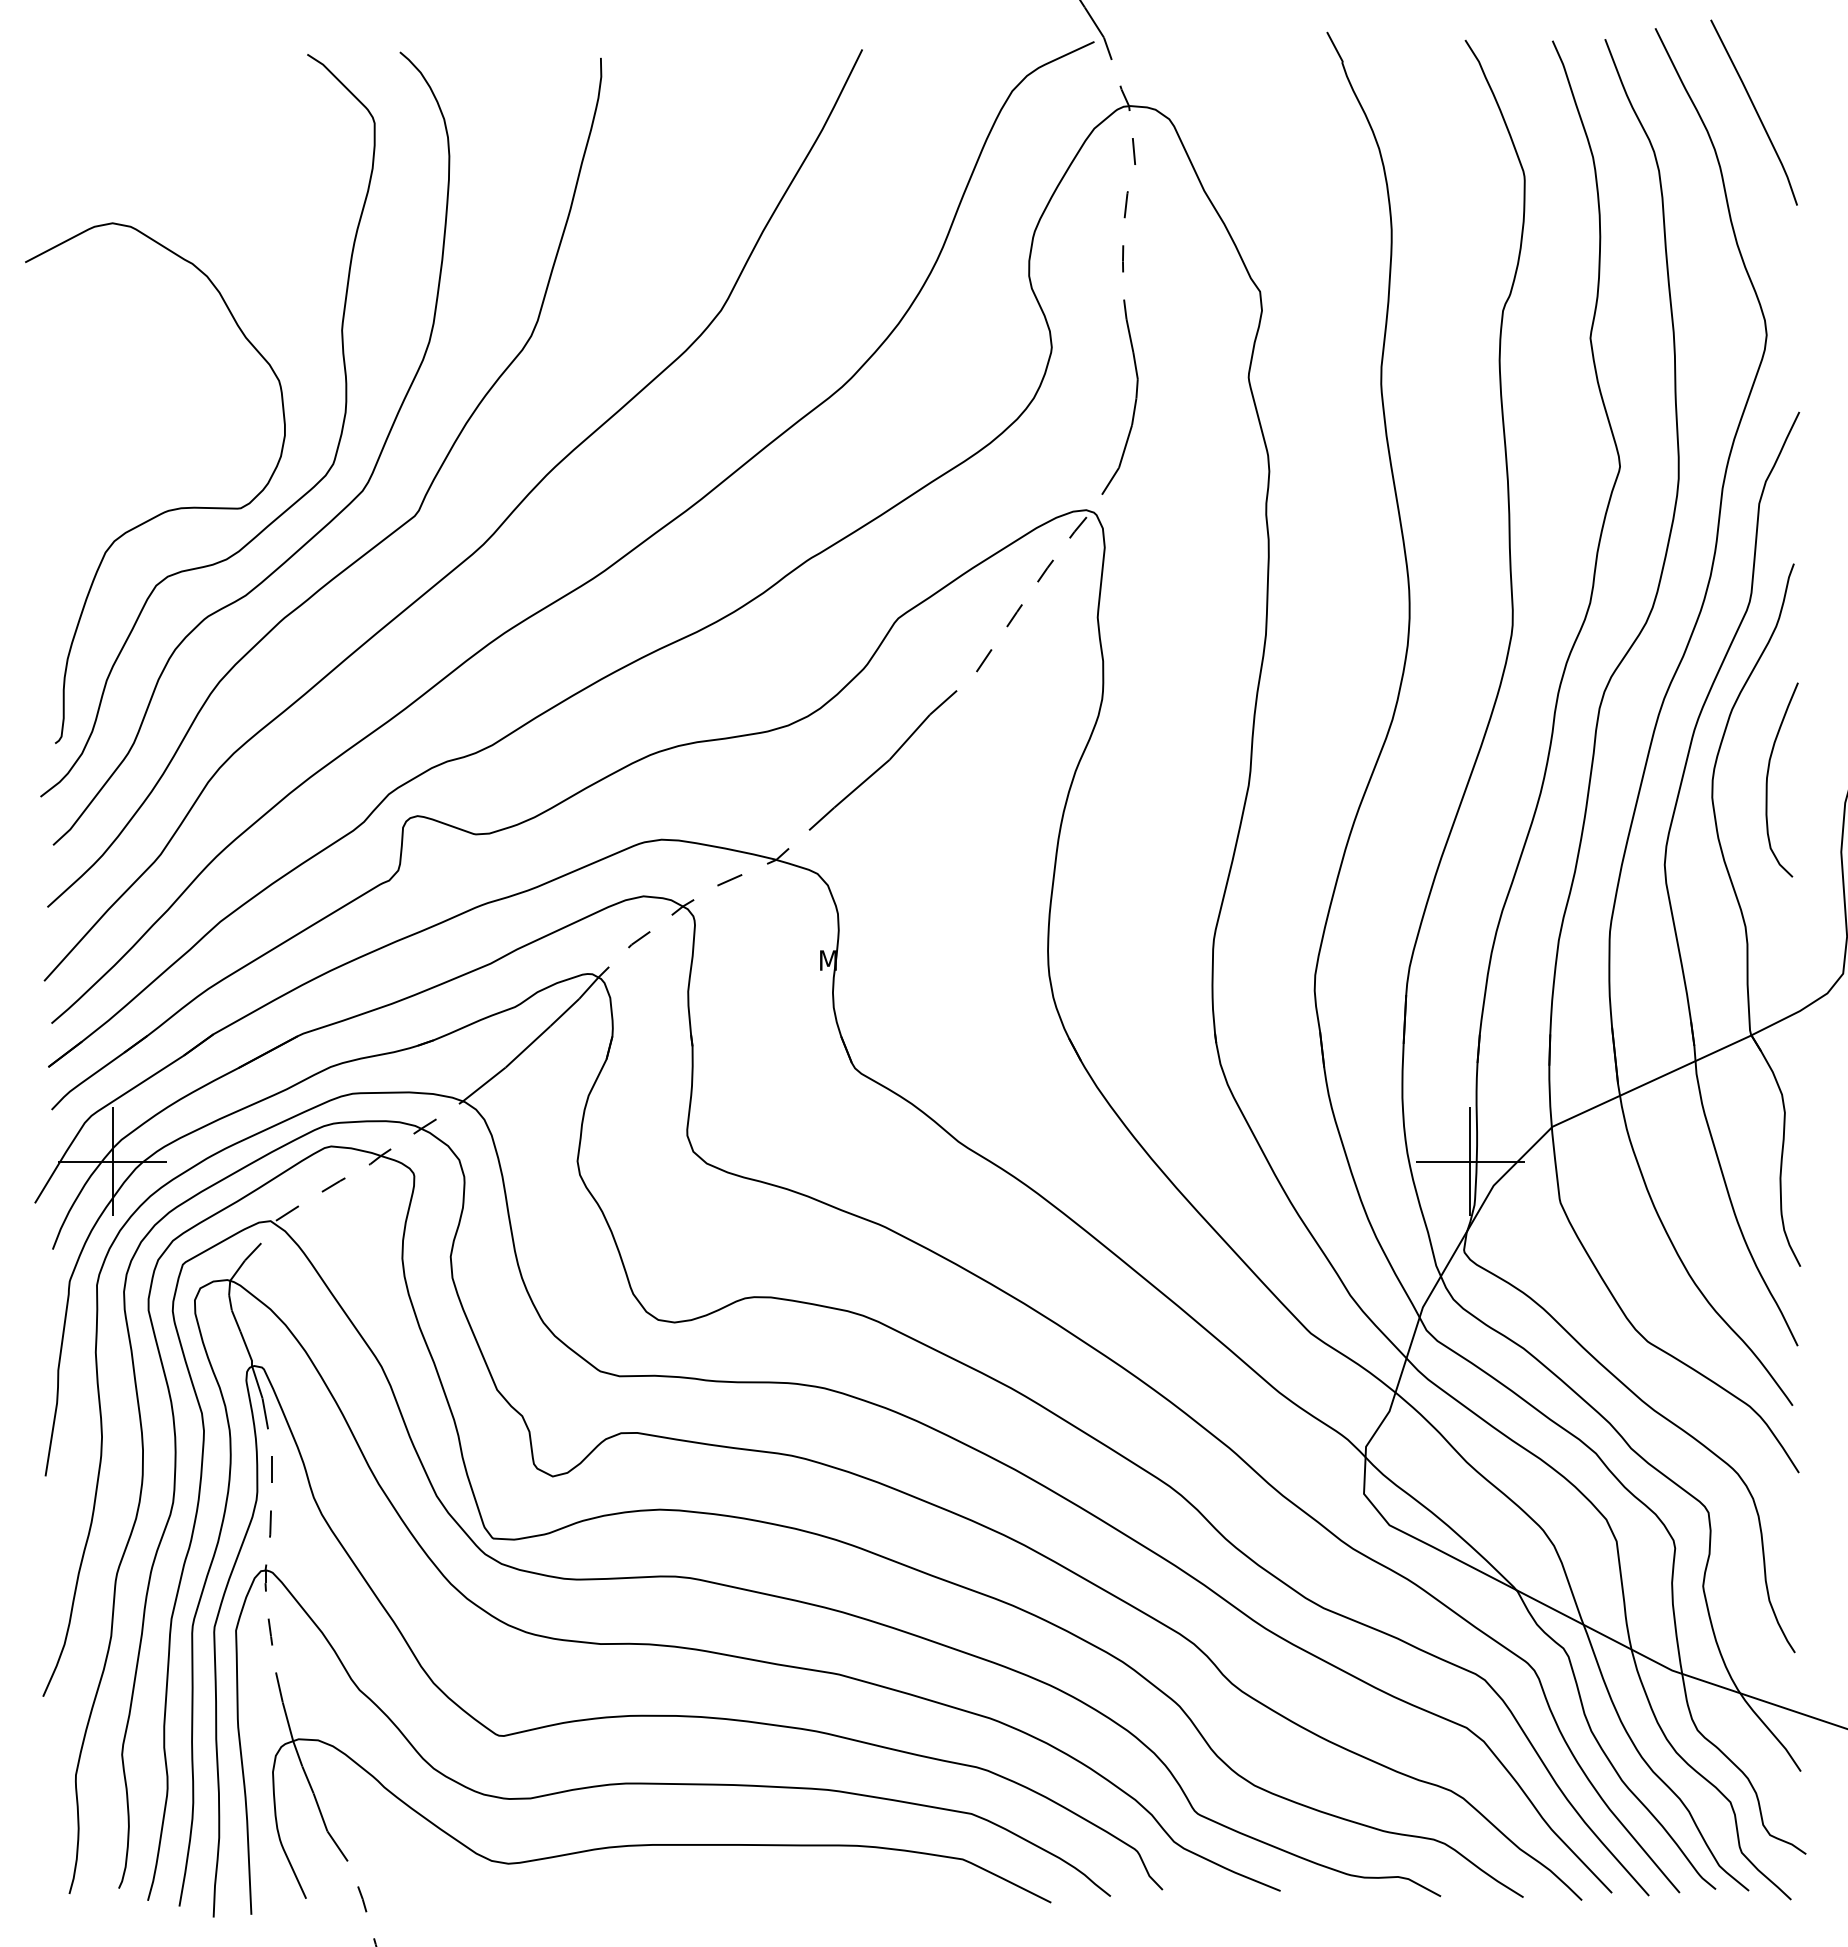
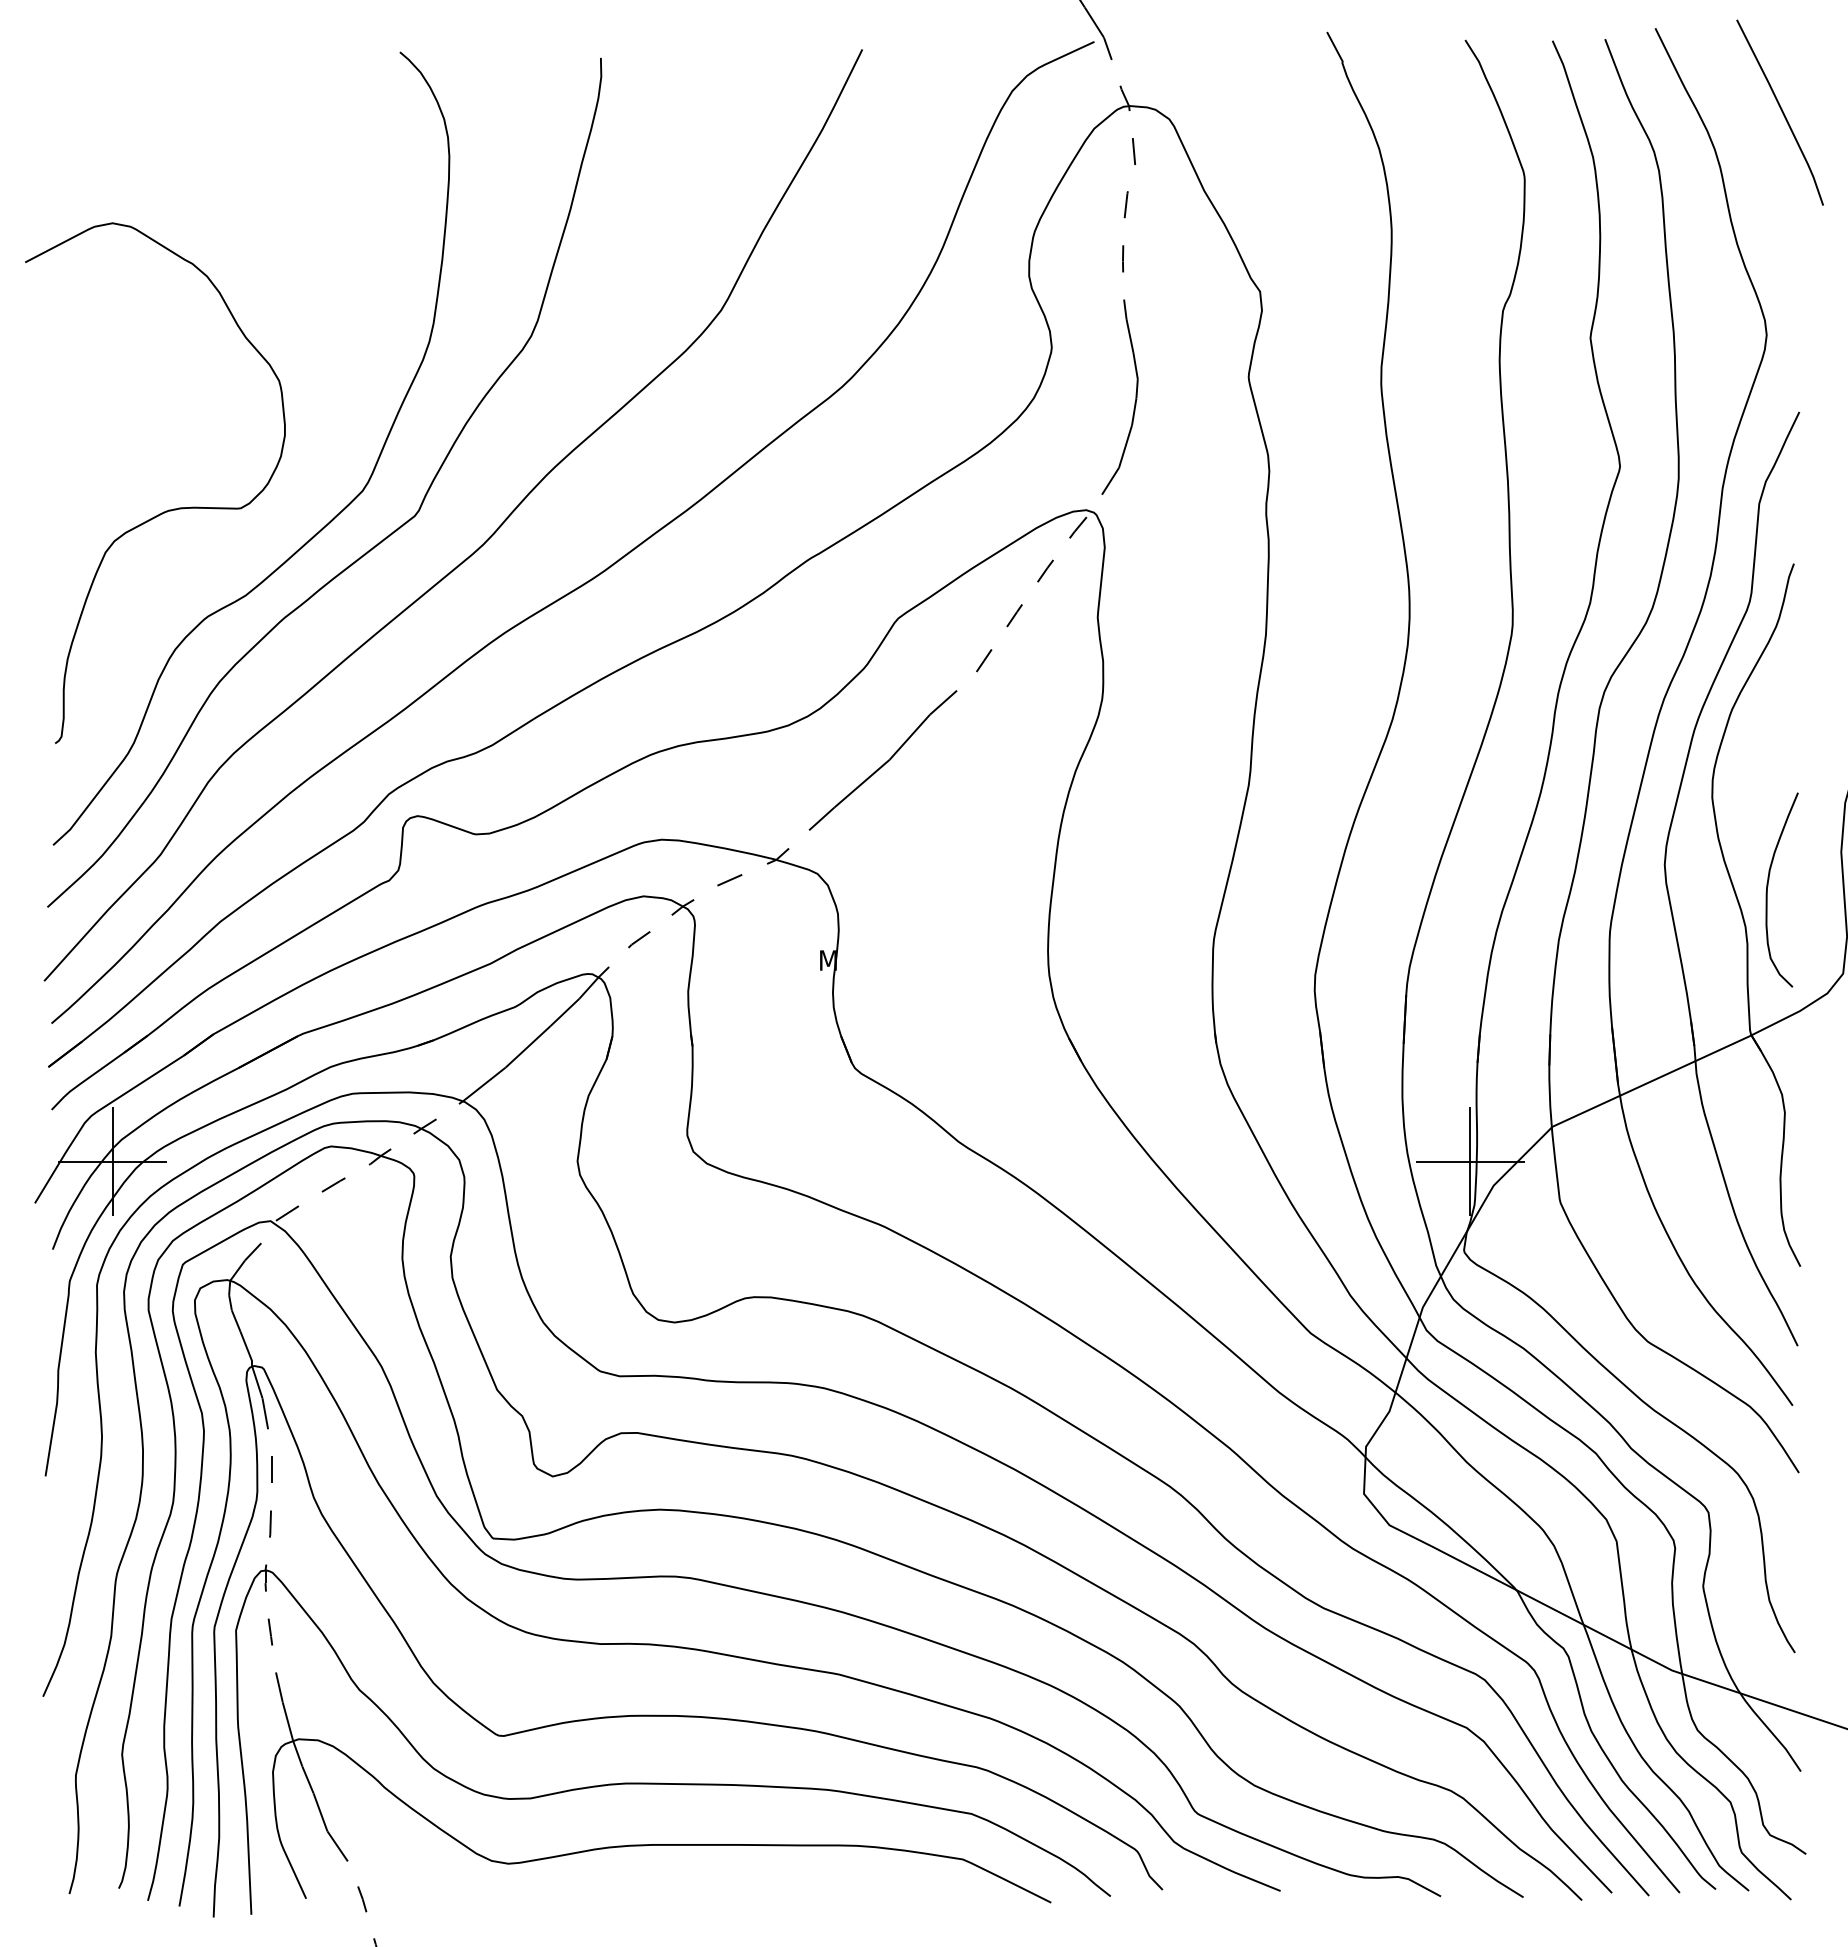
line at (1755, 111) position: (1755, 111) -> (1781, 111)
curve at (284, 510): present -> none
curve at (1768, 776) position: (1768, 776) -> (1768, 886)
